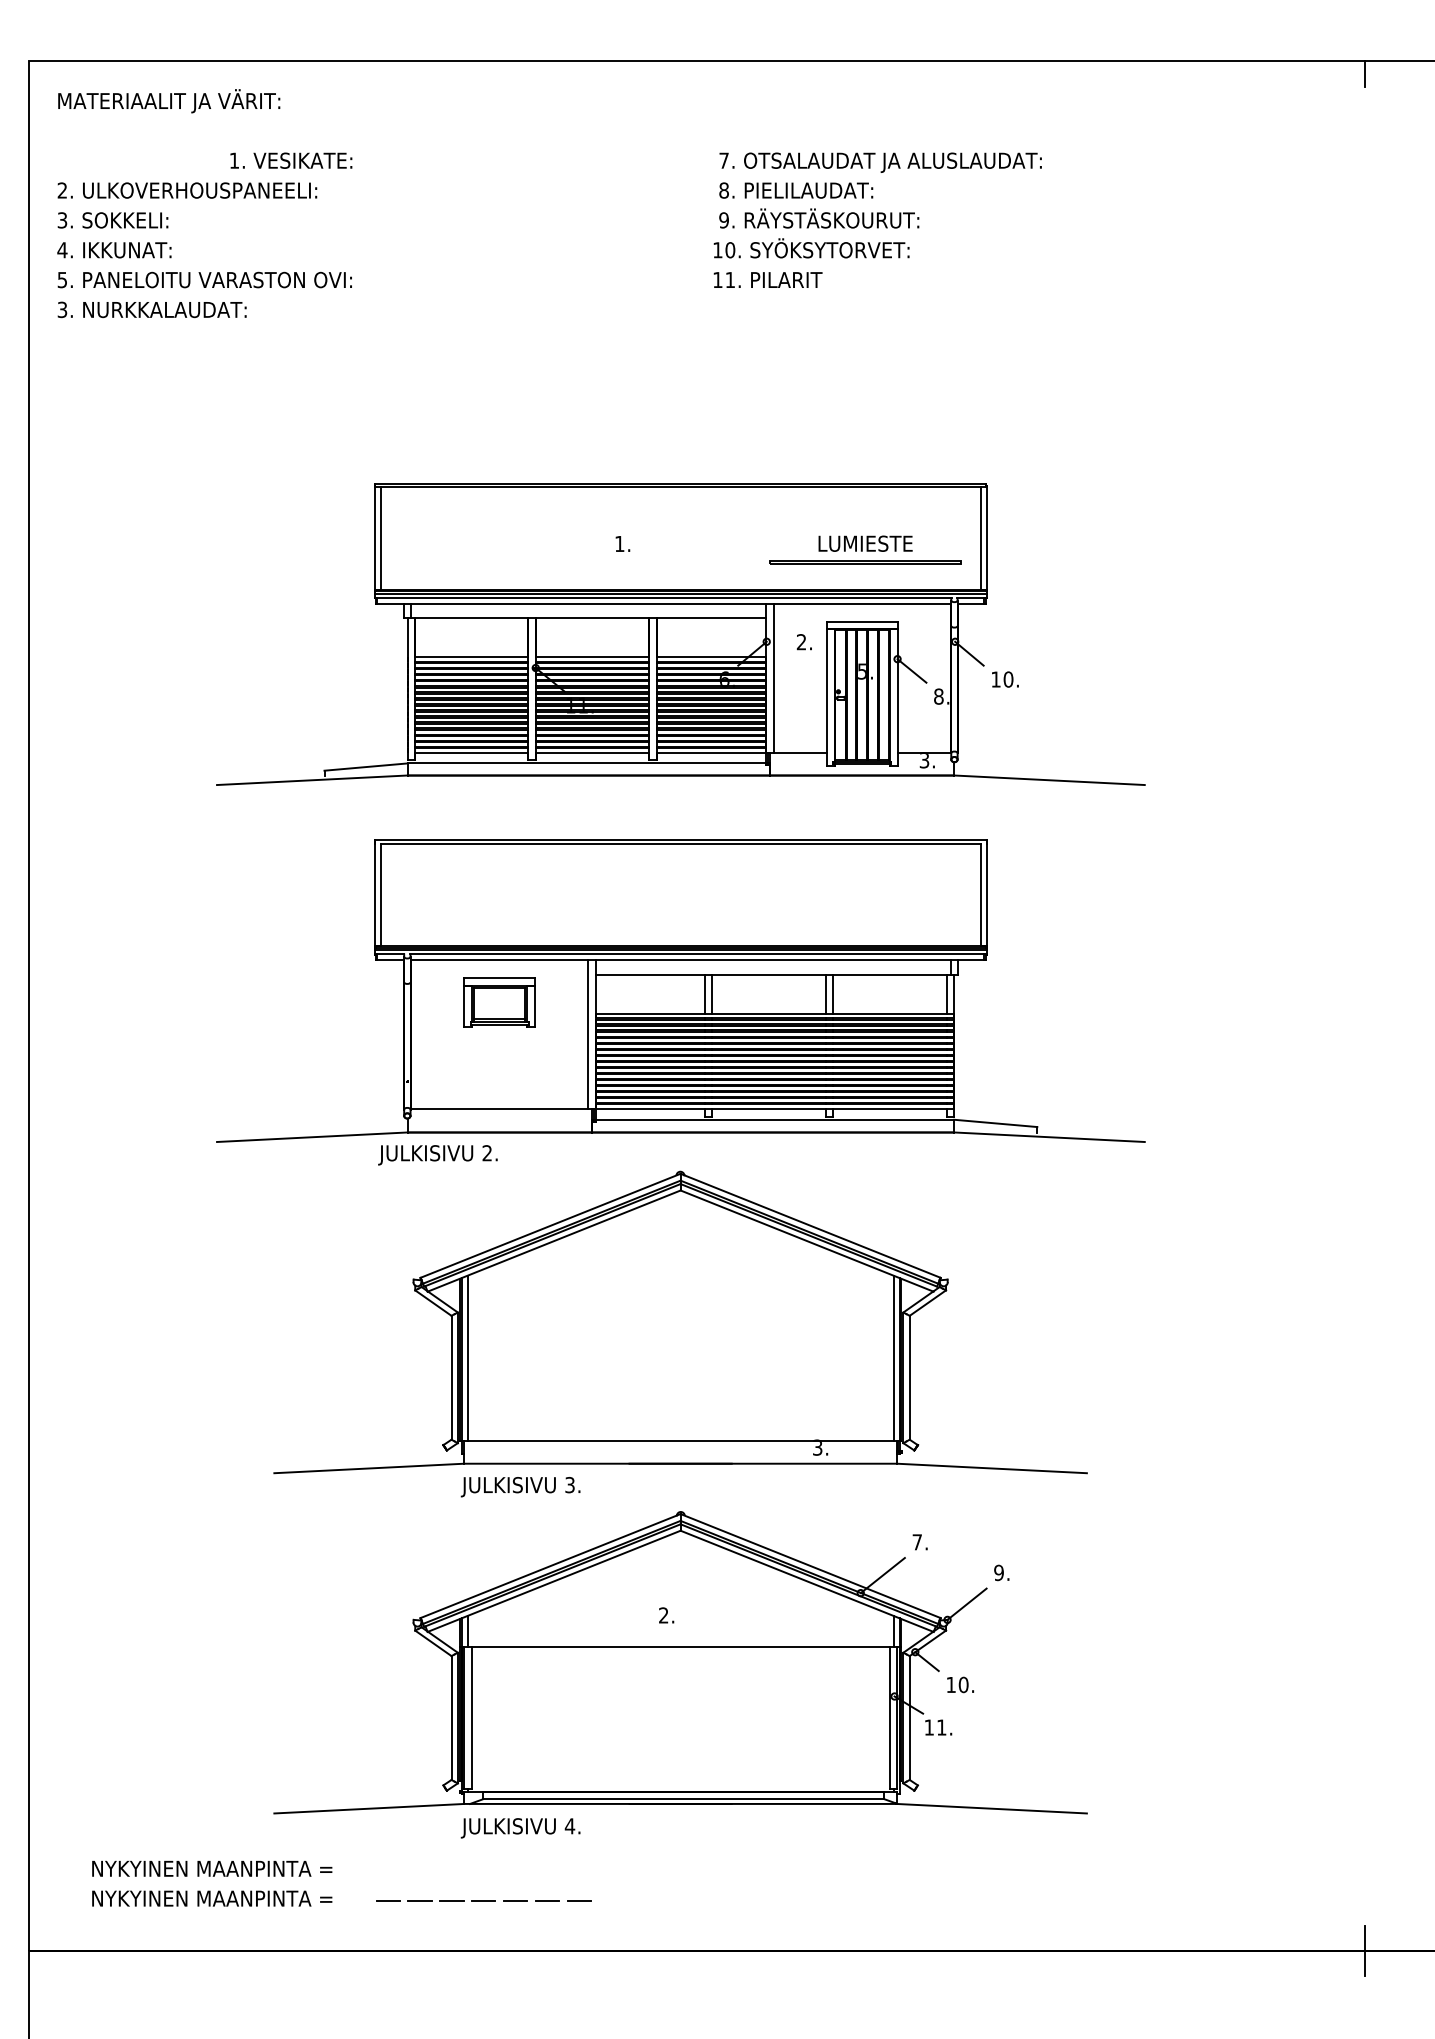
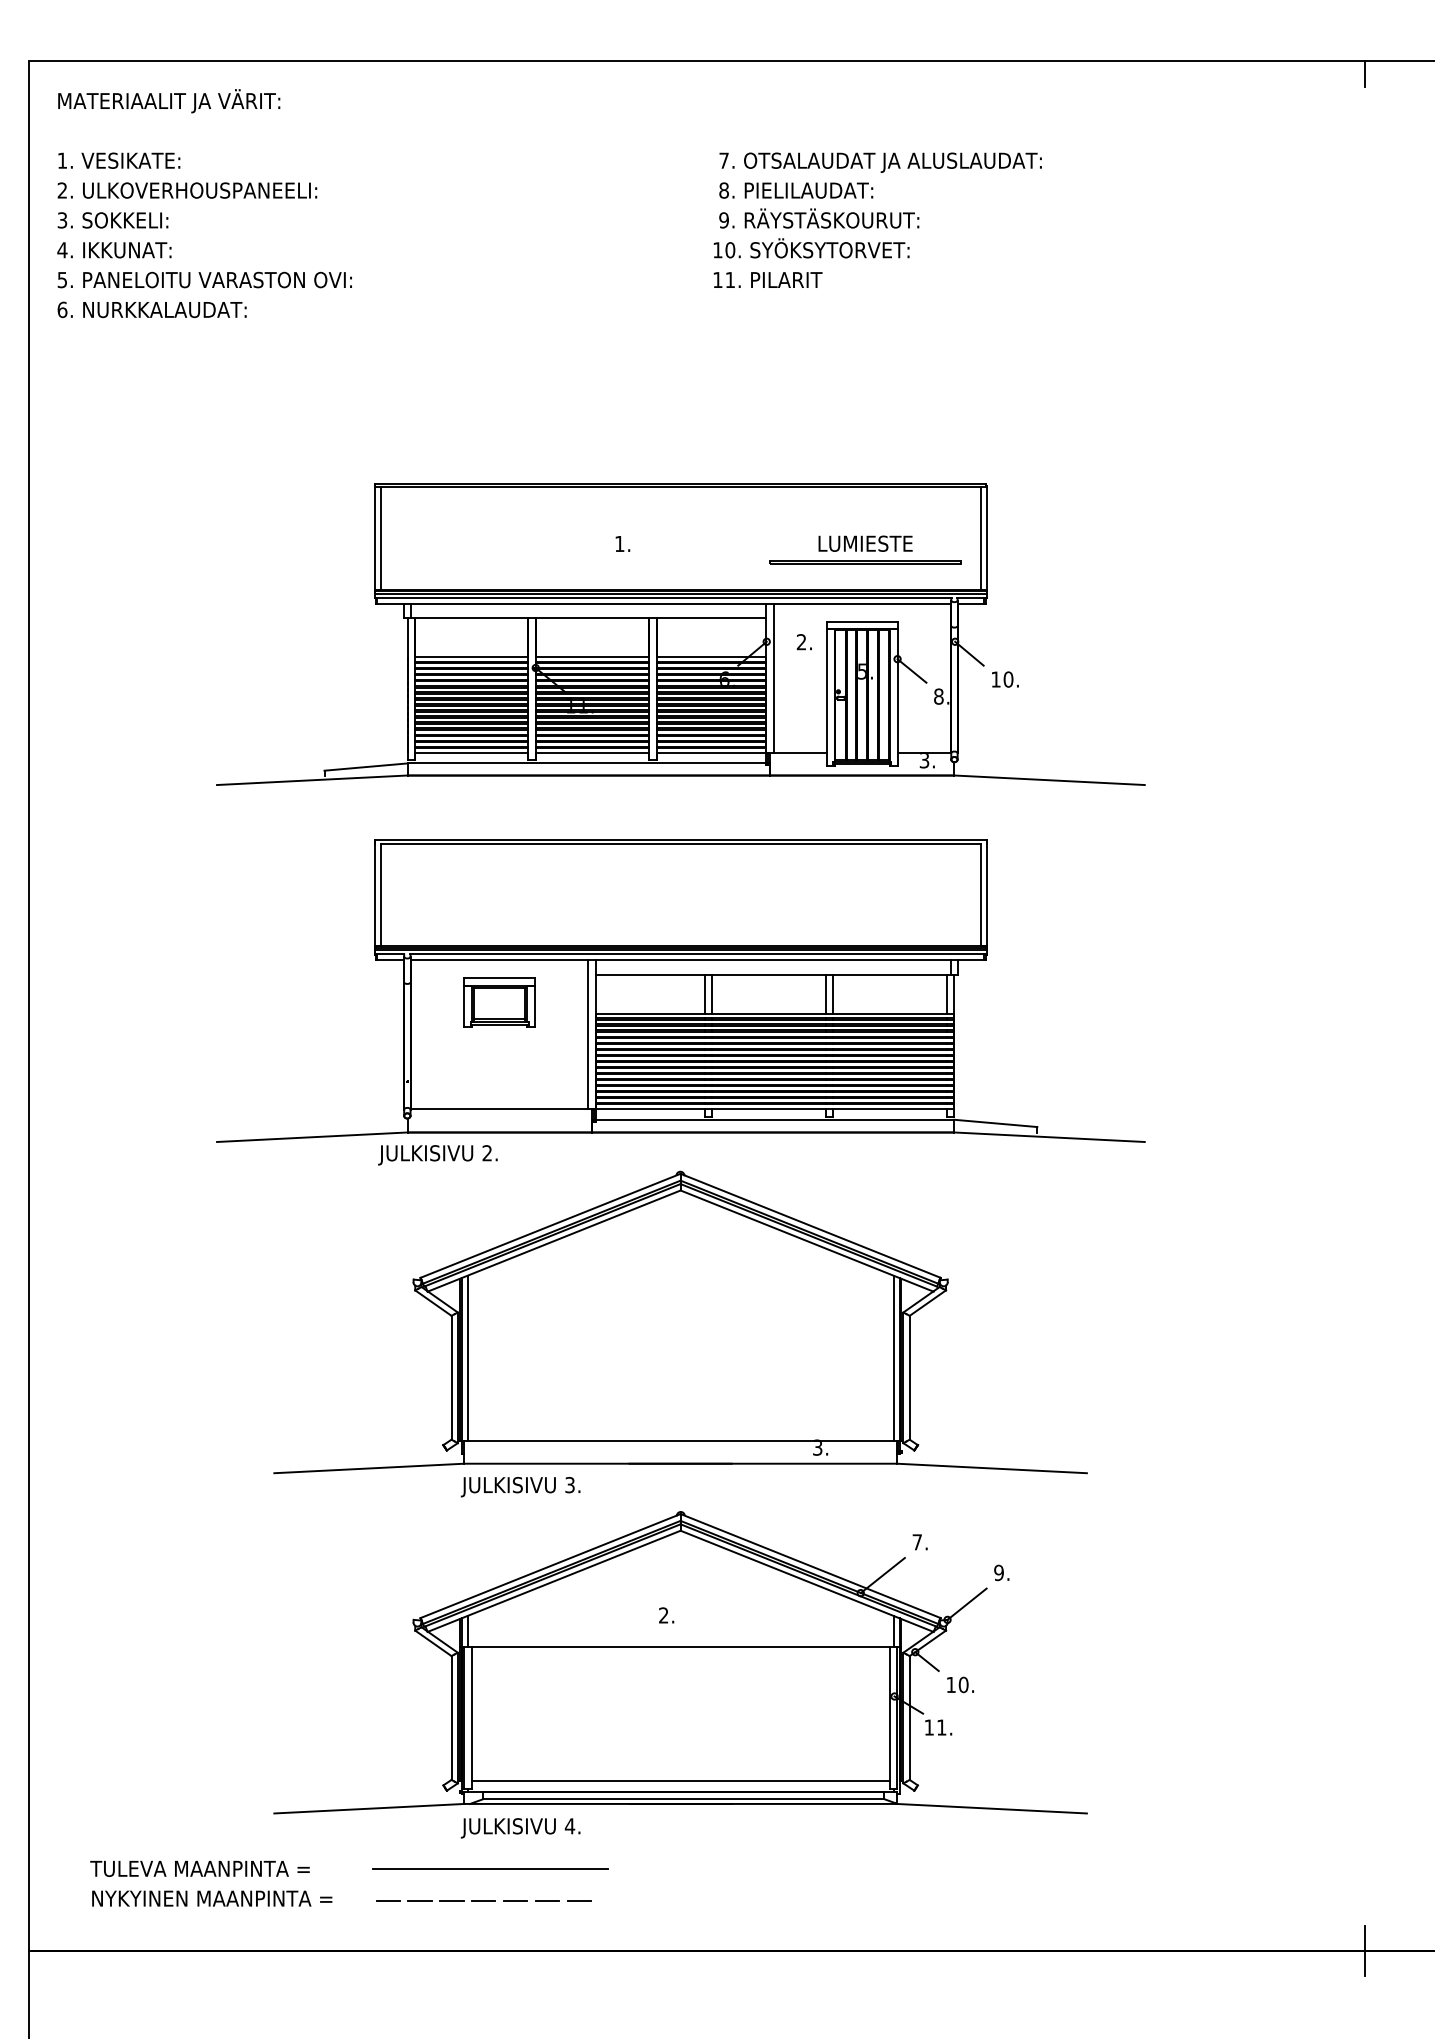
text at (291, 160) position: (291, 160) -> (119, 160)
text at (62, 309): 3. -> 6.
line at (680, 1781): none -> present
text at (211, 1868): NYKYINEN MAANPINTA = -> TULEVA MAANPINTA =
line at (490, 1869): none -> present
